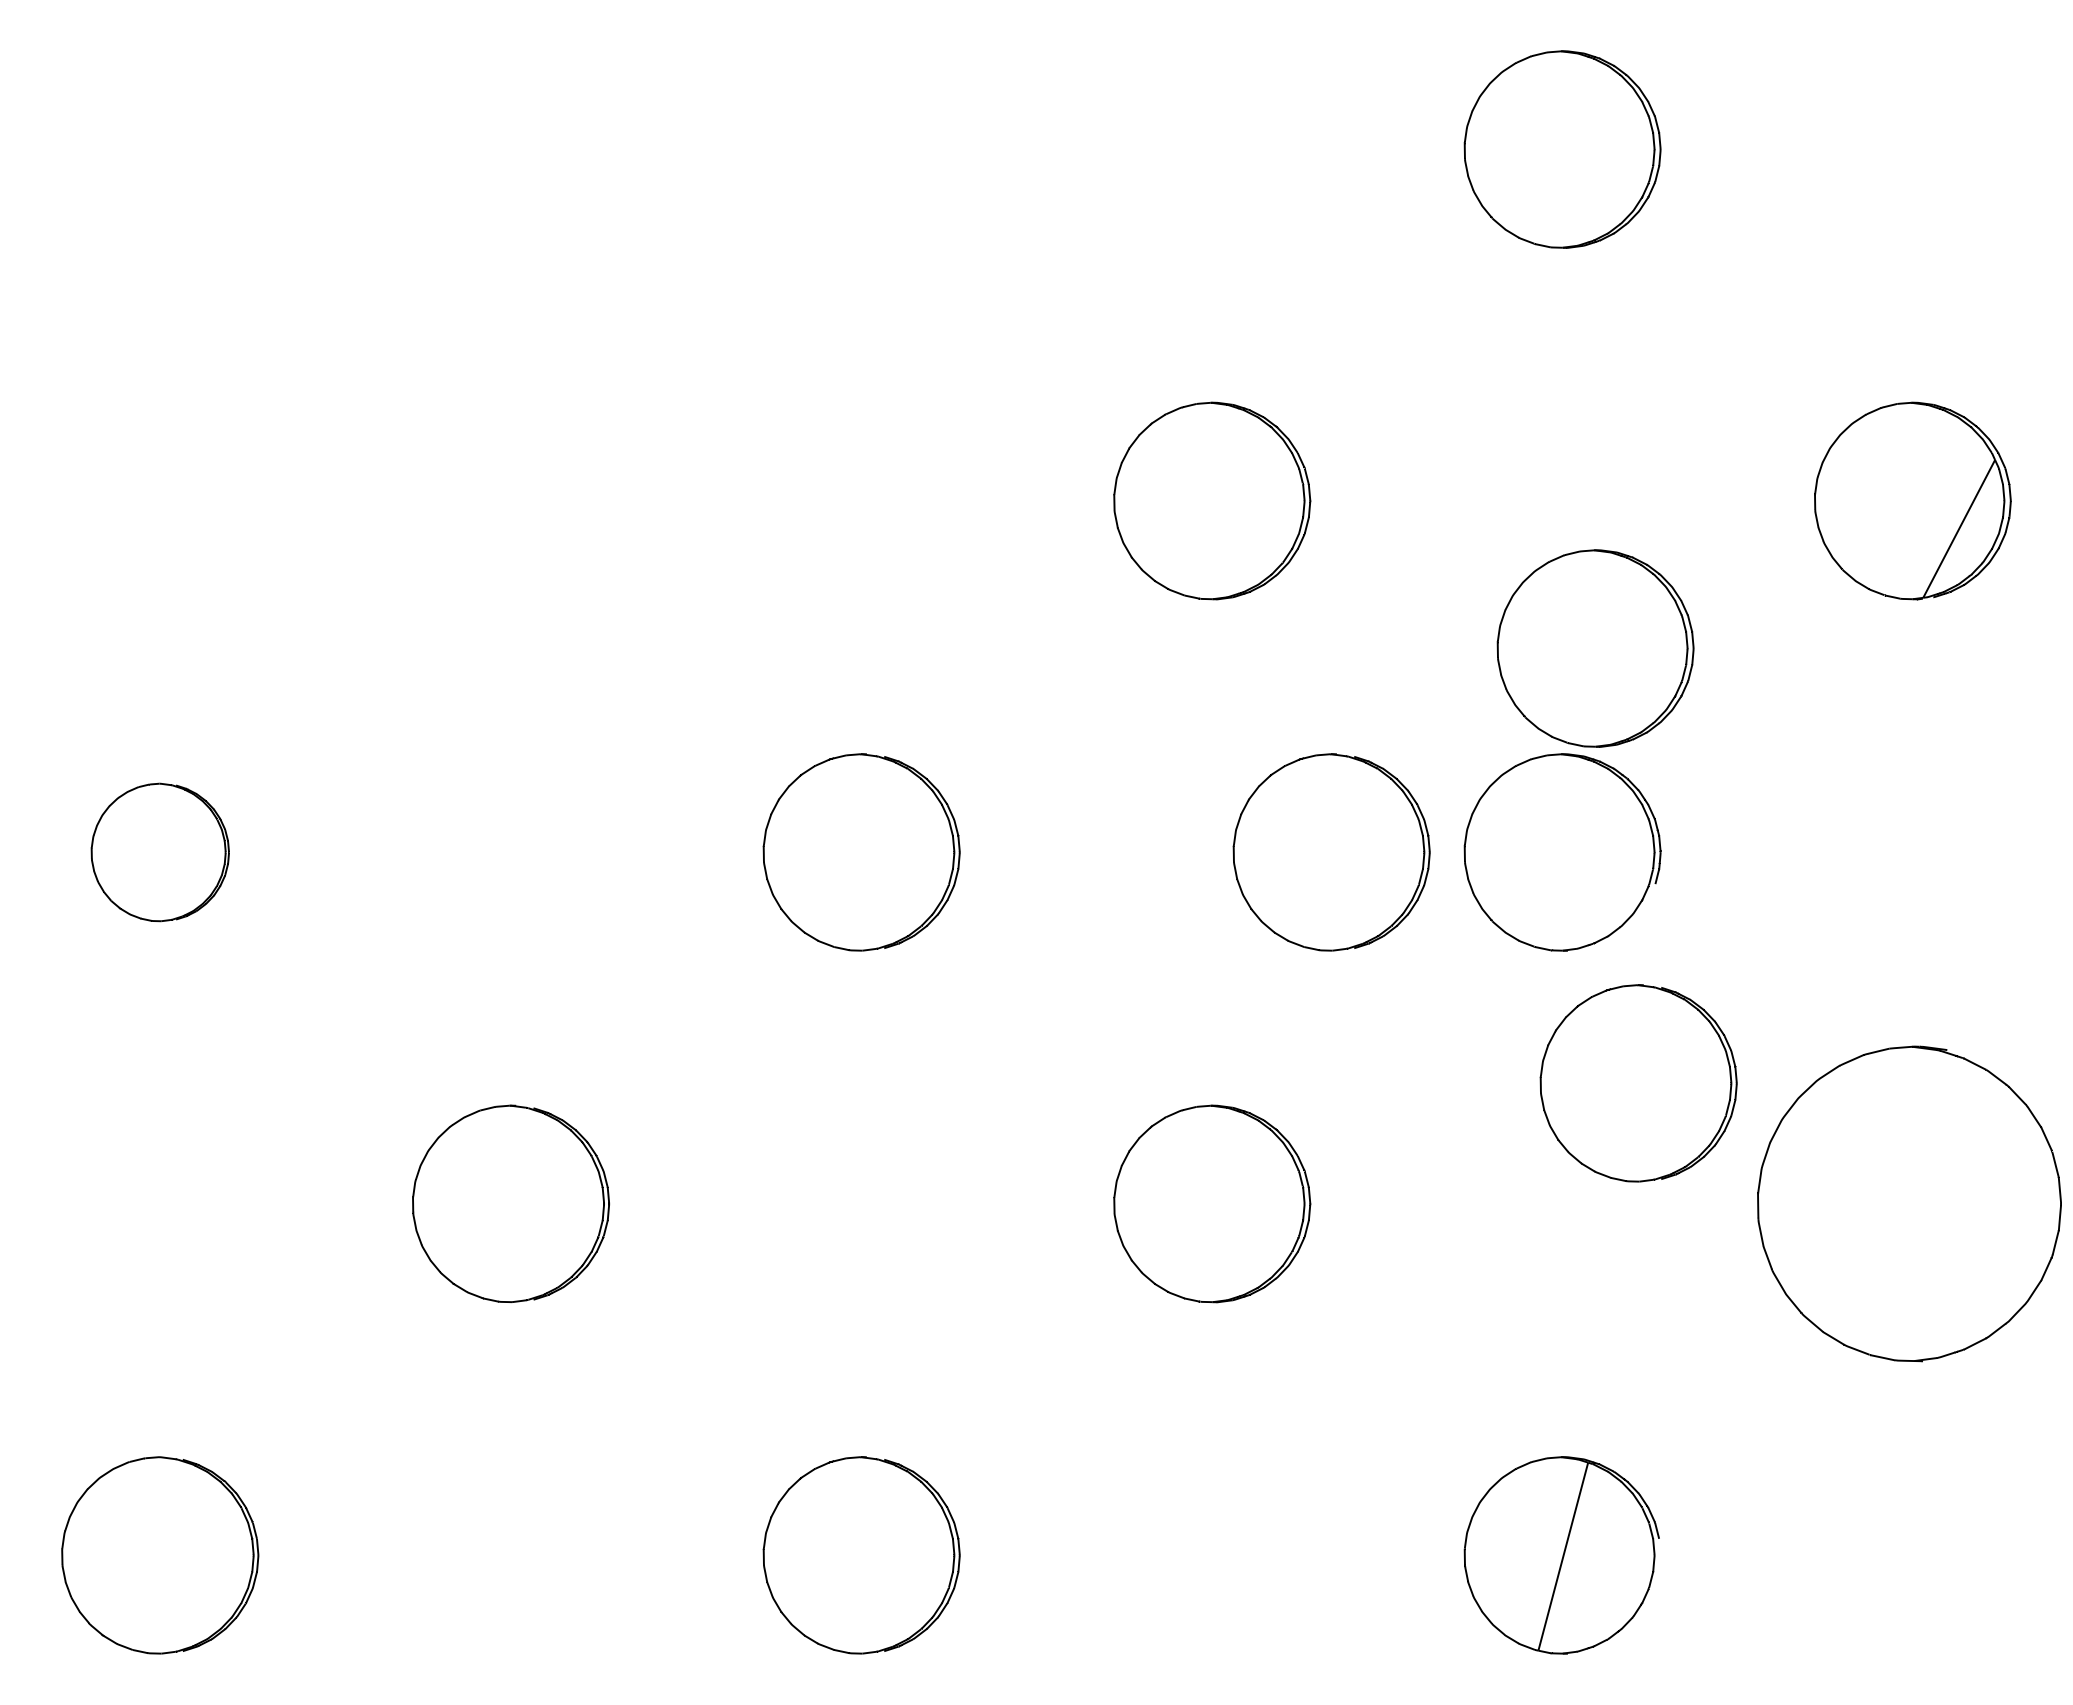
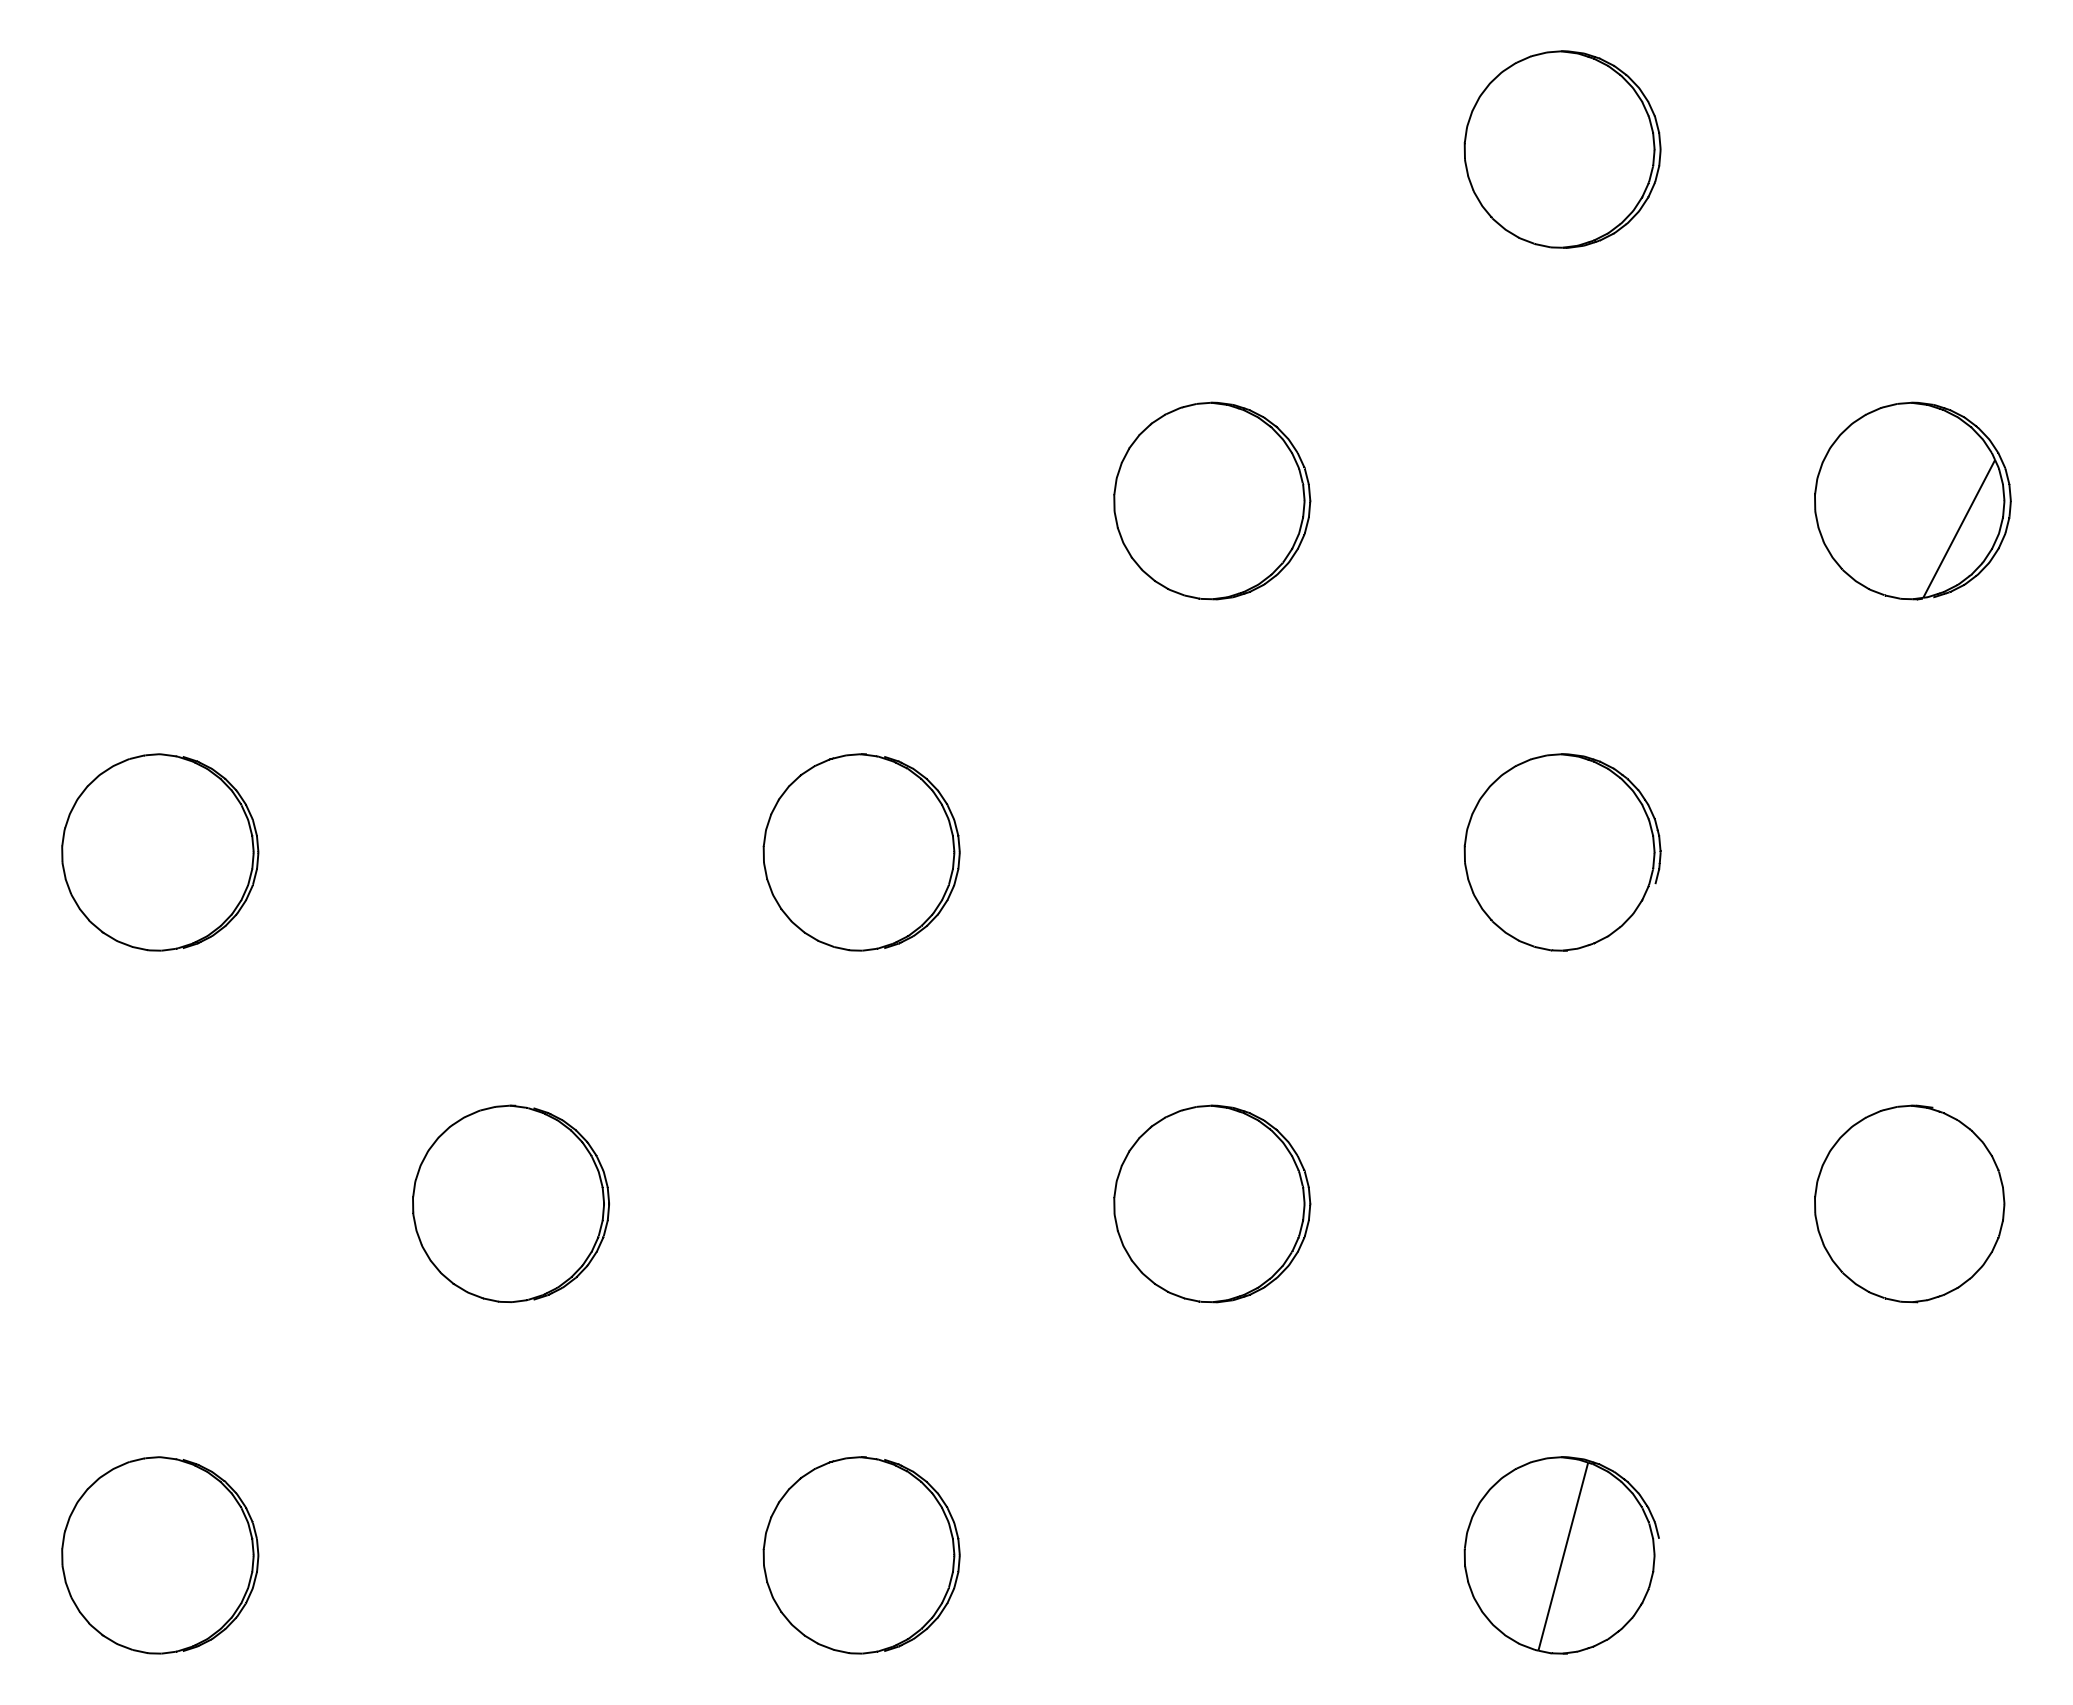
part at (1595, 648): present -> none
part at (159, 852) size: 140x141 px -> 199x199 px
part at (1331, 852): present -> none
part at (1638, 1083): present -> none
part at (1909, 1203) size: 305x318 px -> 192x200 px
